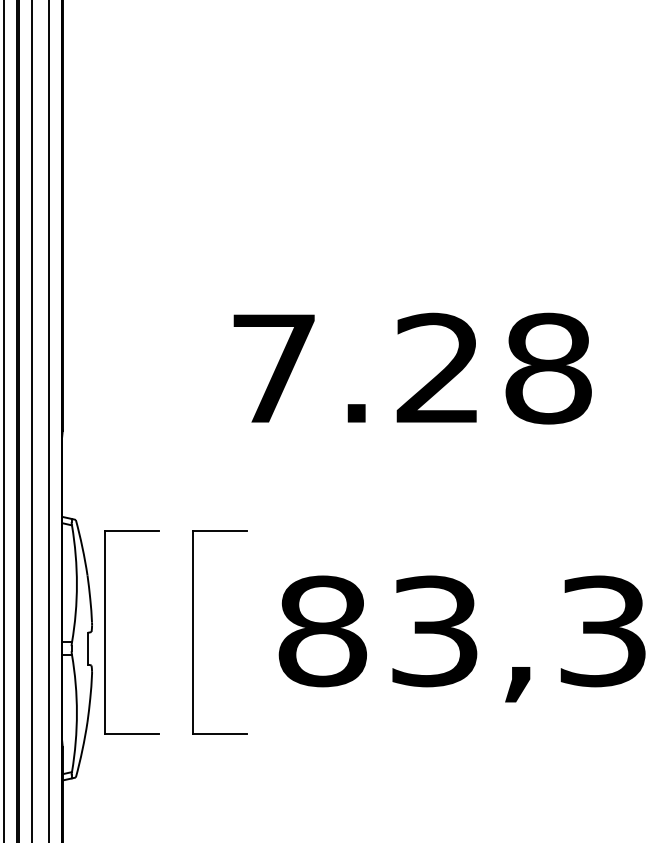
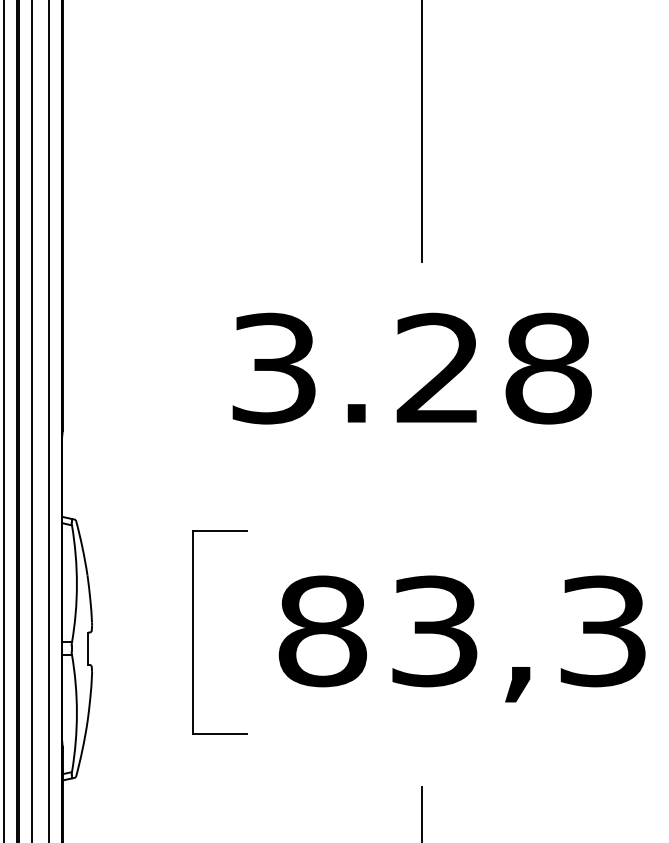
line at (422, 131): none -> present
text at (273, 368): 7.28 -> 3.28
part at (105, 632): present -> none
line at (422, 813): none -> present
